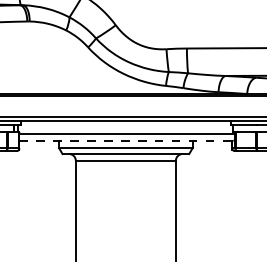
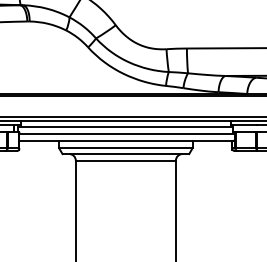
line at (125, 127): none -> present
line at (127, 140): dashed -> solid
